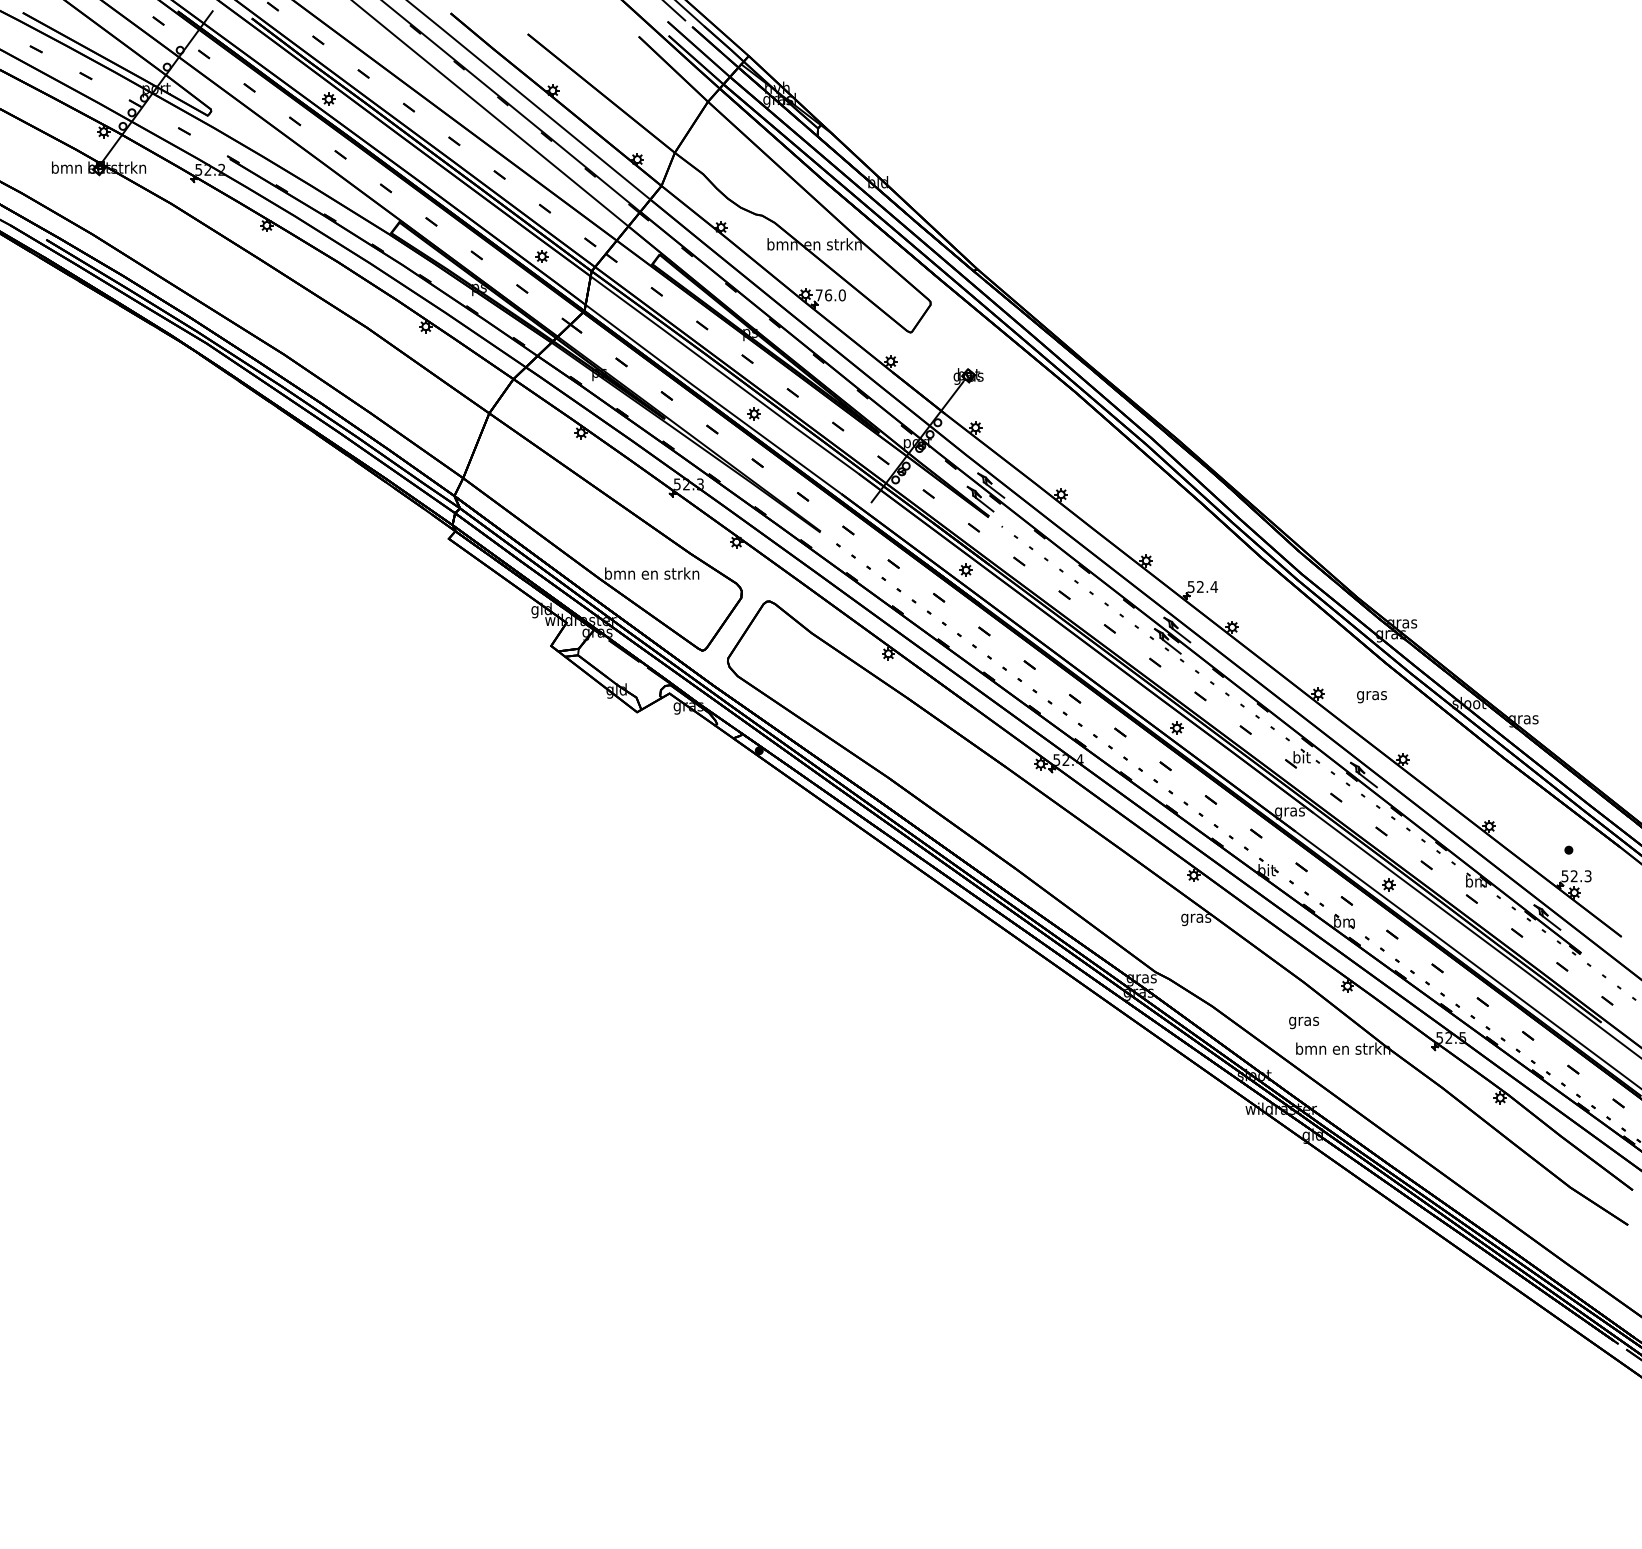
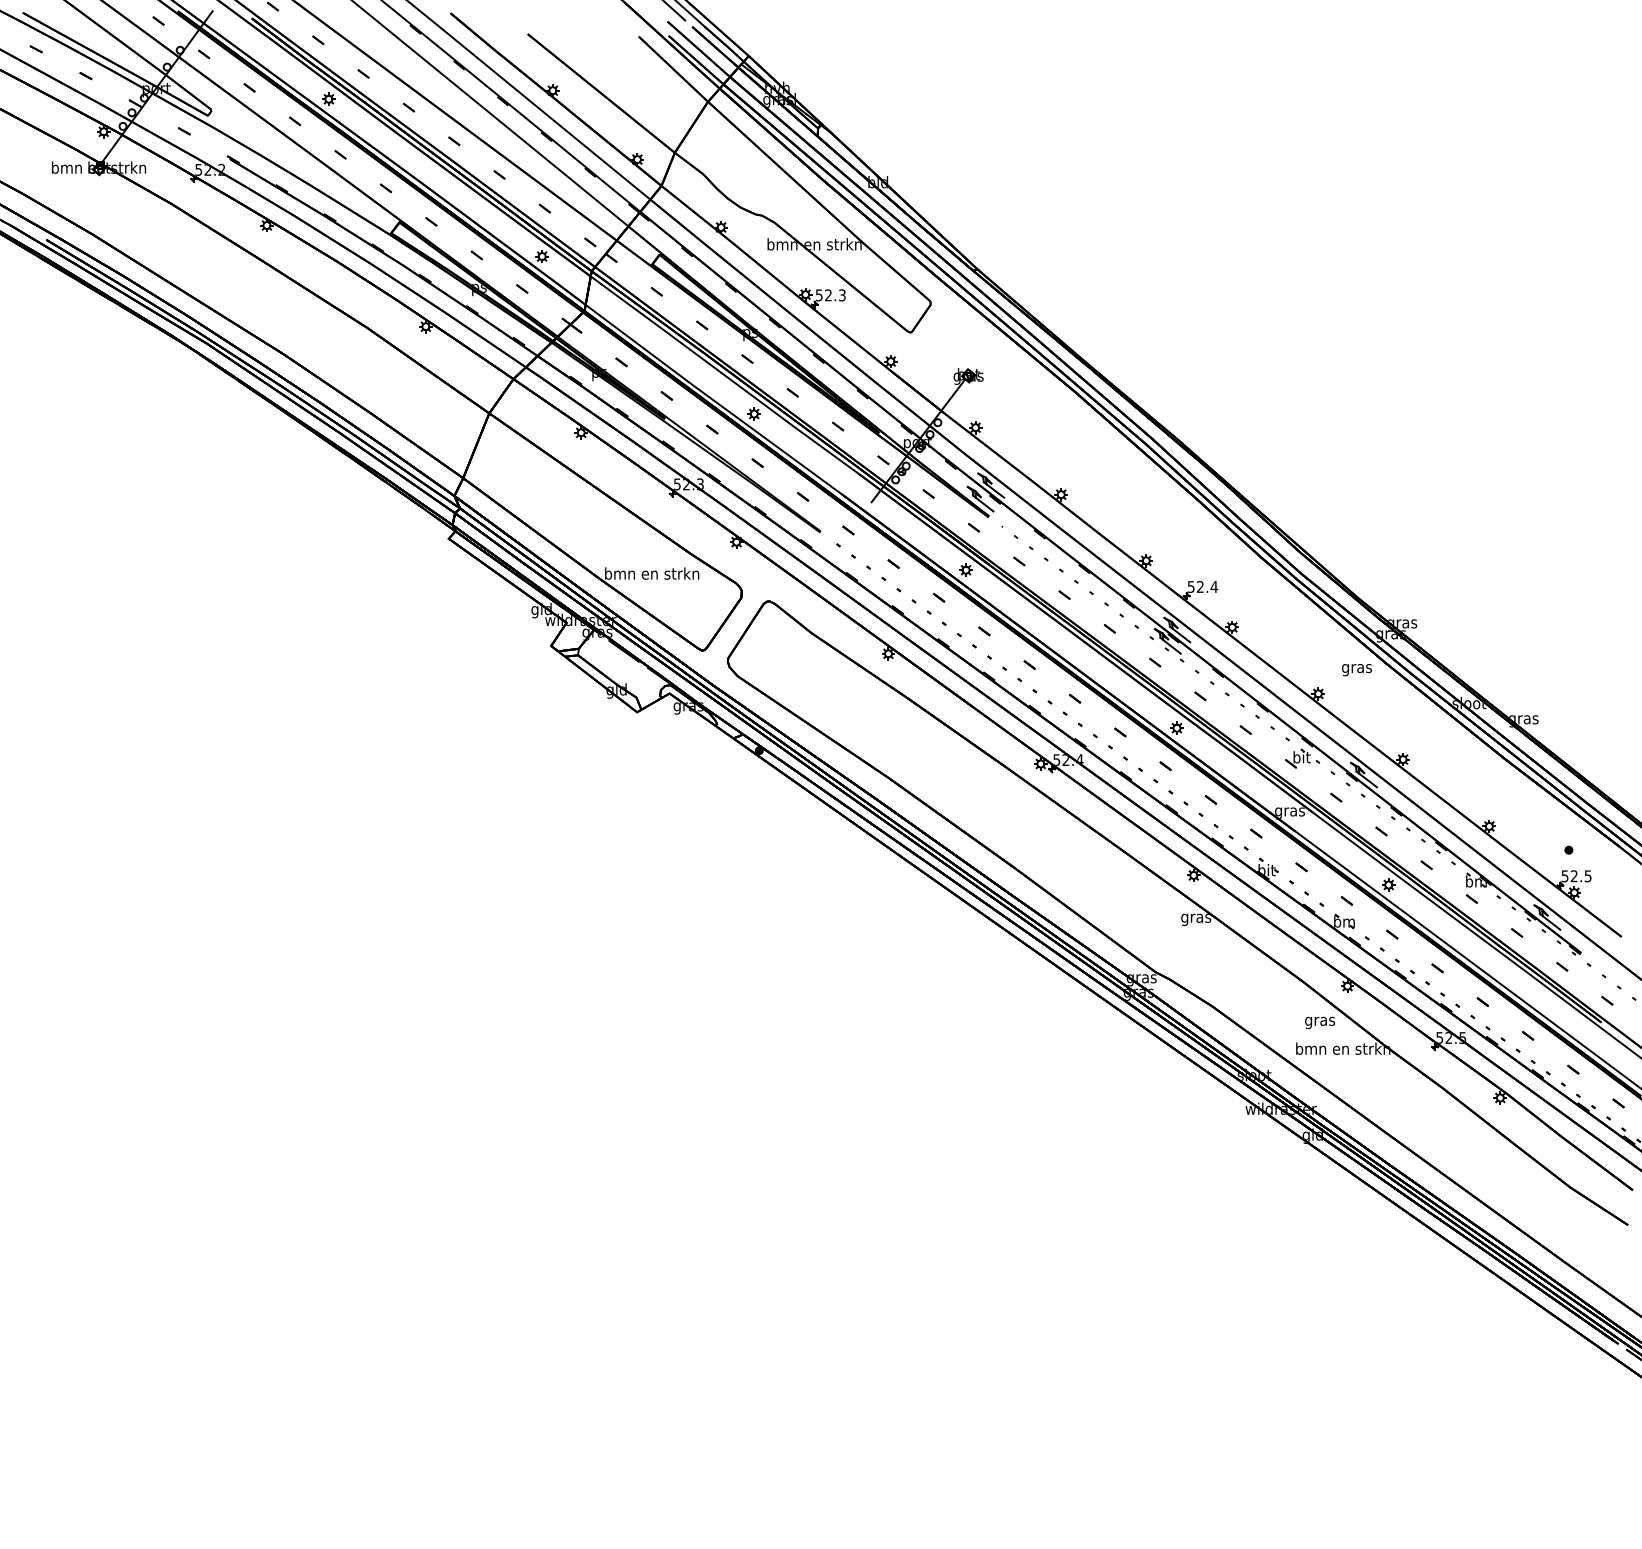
text at (830, 295): 76.0 -> 52.3
text at (1371, 697) position: (1371, 697) -> (1356, 670)
text at (1588, 875): 52.3 -> 52.5
text at (1303, 1022) position: (1303, 1022) -> (1319, 1022)
